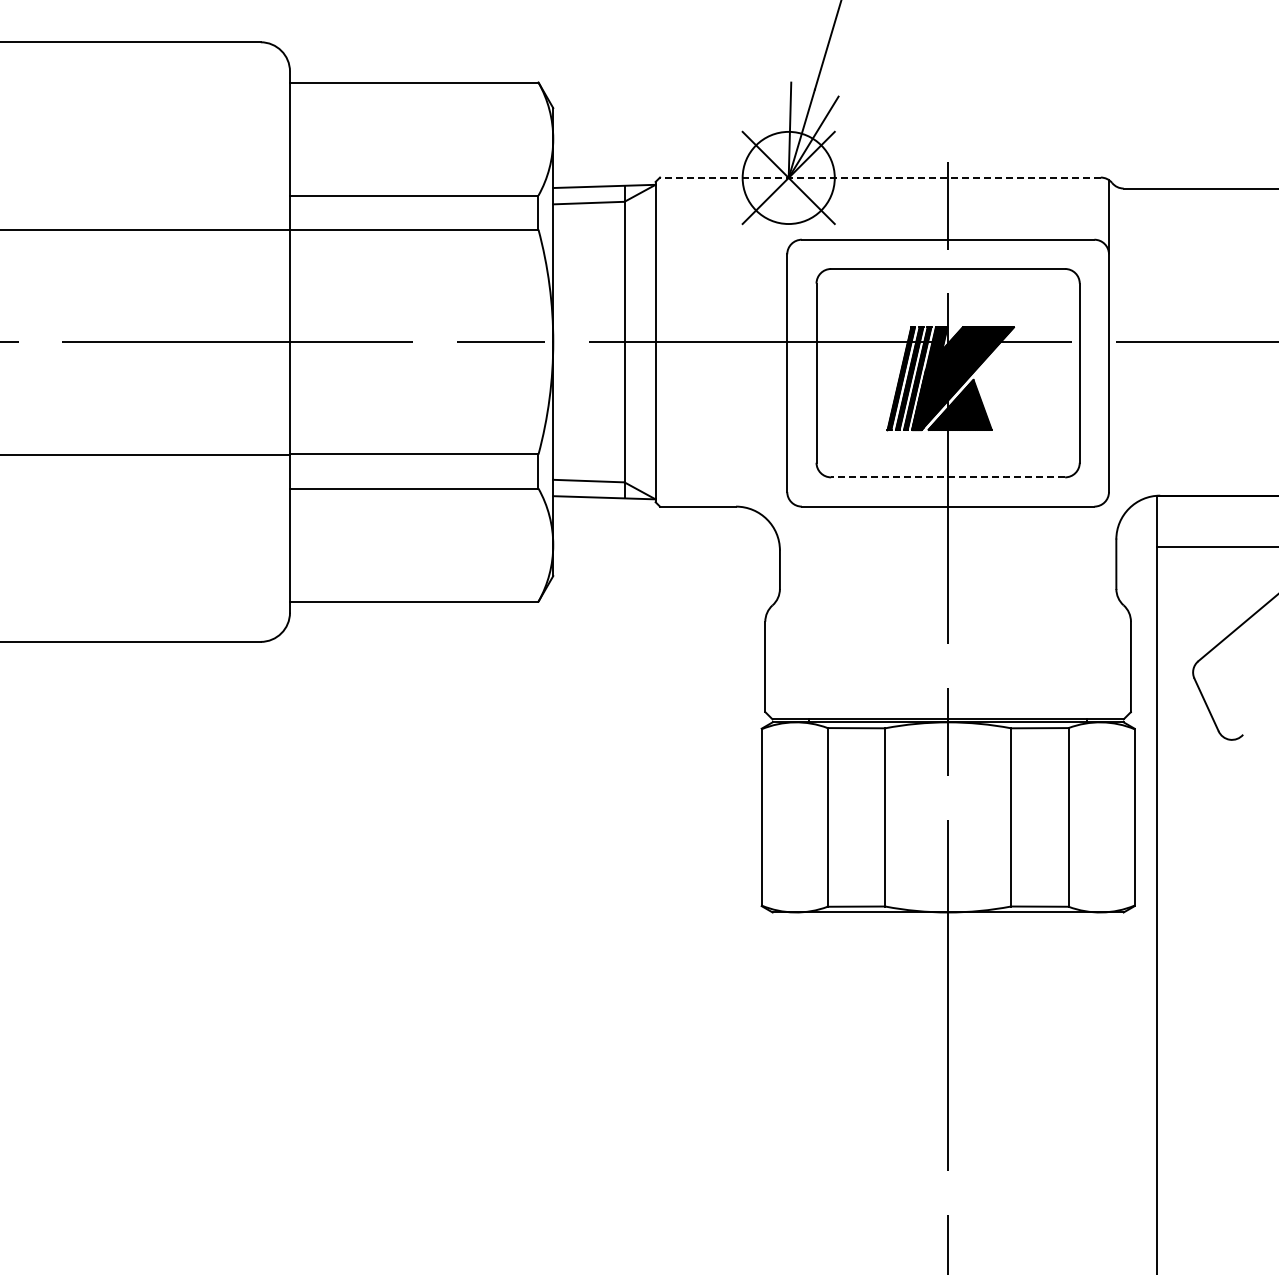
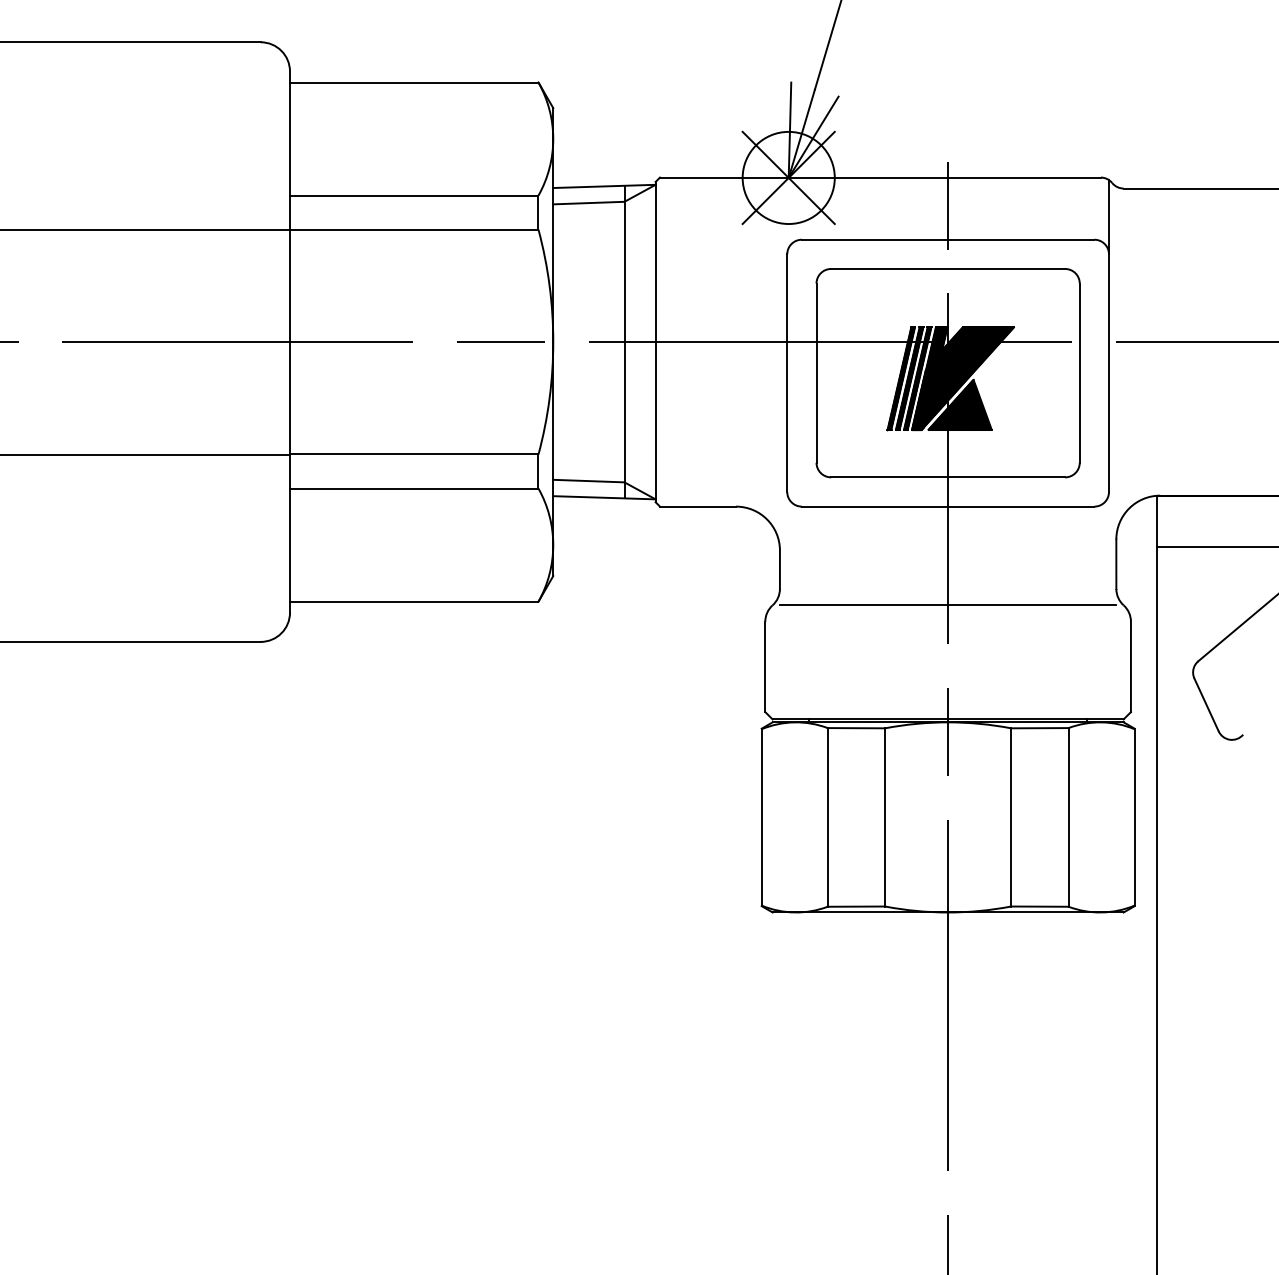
line at (879, 177): dashed -> solid
line at (947, 477): dashed -> solid
line at (947, 605): none -> present
